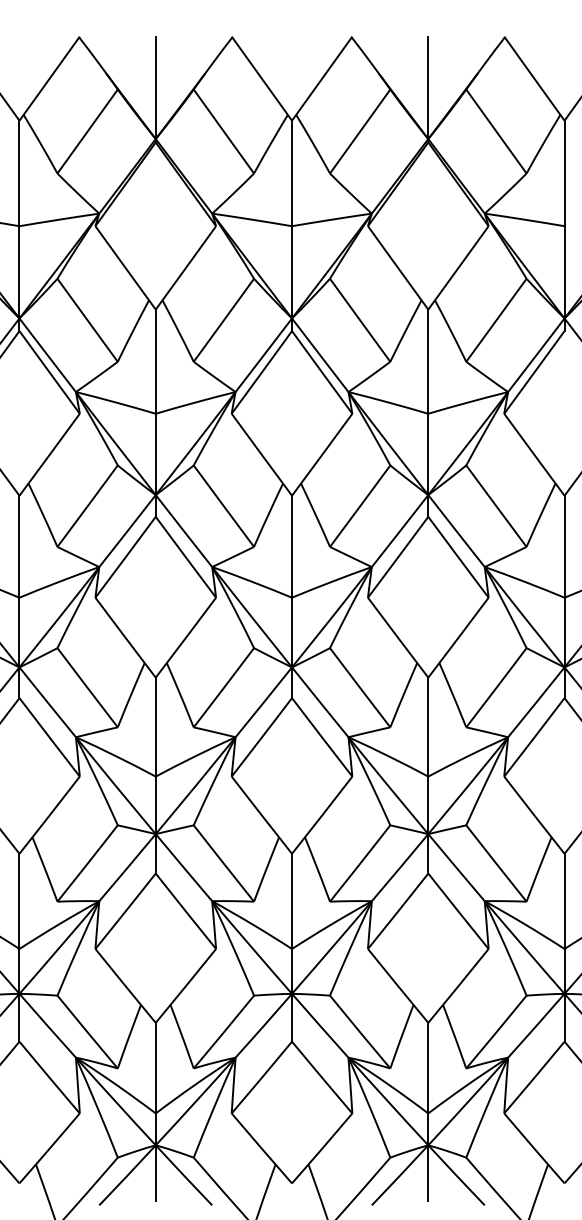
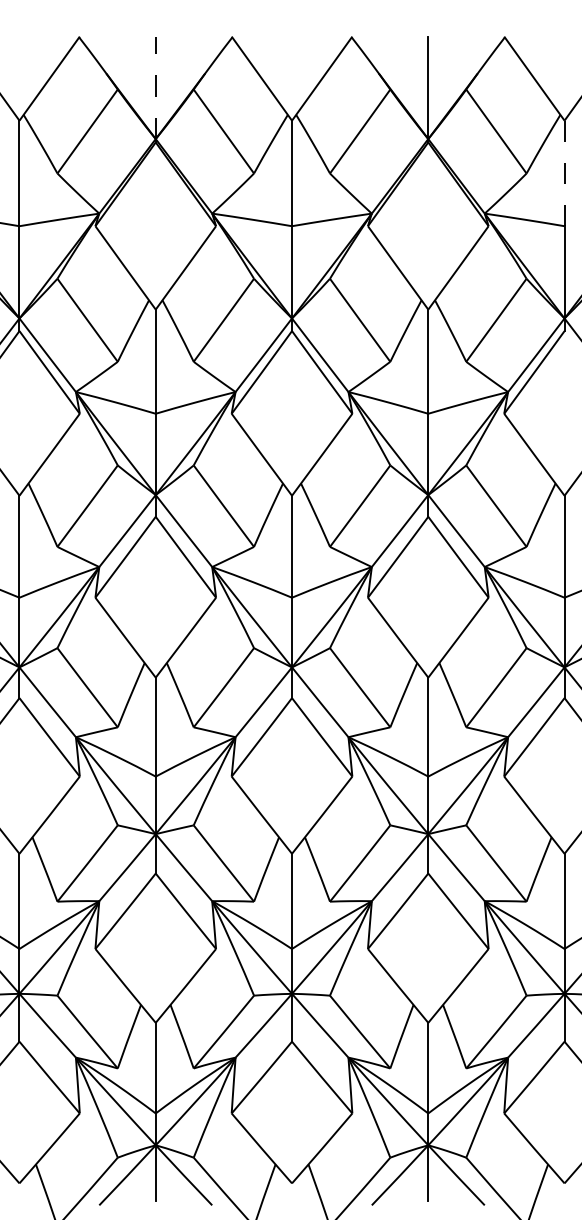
line at (155, 87): solid -> dashed
line at (564, 173): solid -> dashed
